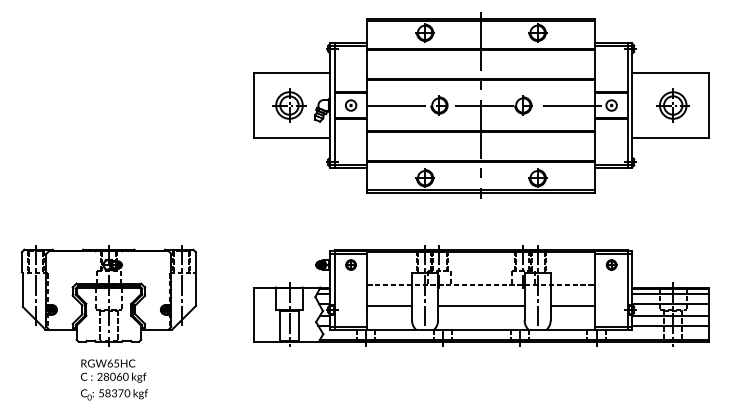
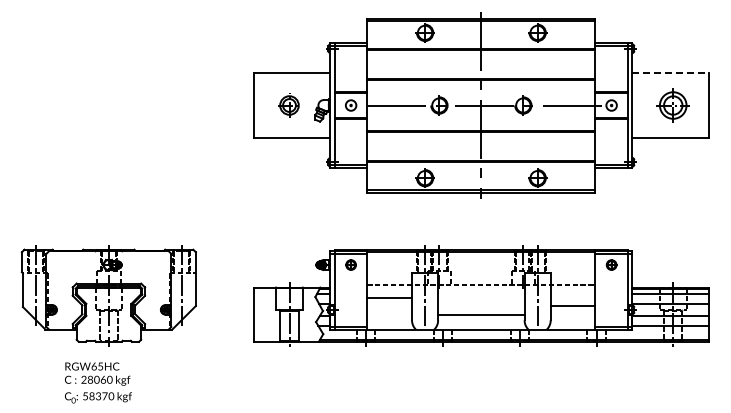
line at (671, 73): solid -> dashed
part at (289, 105) size: 35x35 px -> 22x25 px
line at (389, 306) position: (389, 306) -> (389, 298)
line at (481, 306) position: (481, 306) -> (481, 315)
text at (114, 379) position: (114, 379) -> (98, 382)
